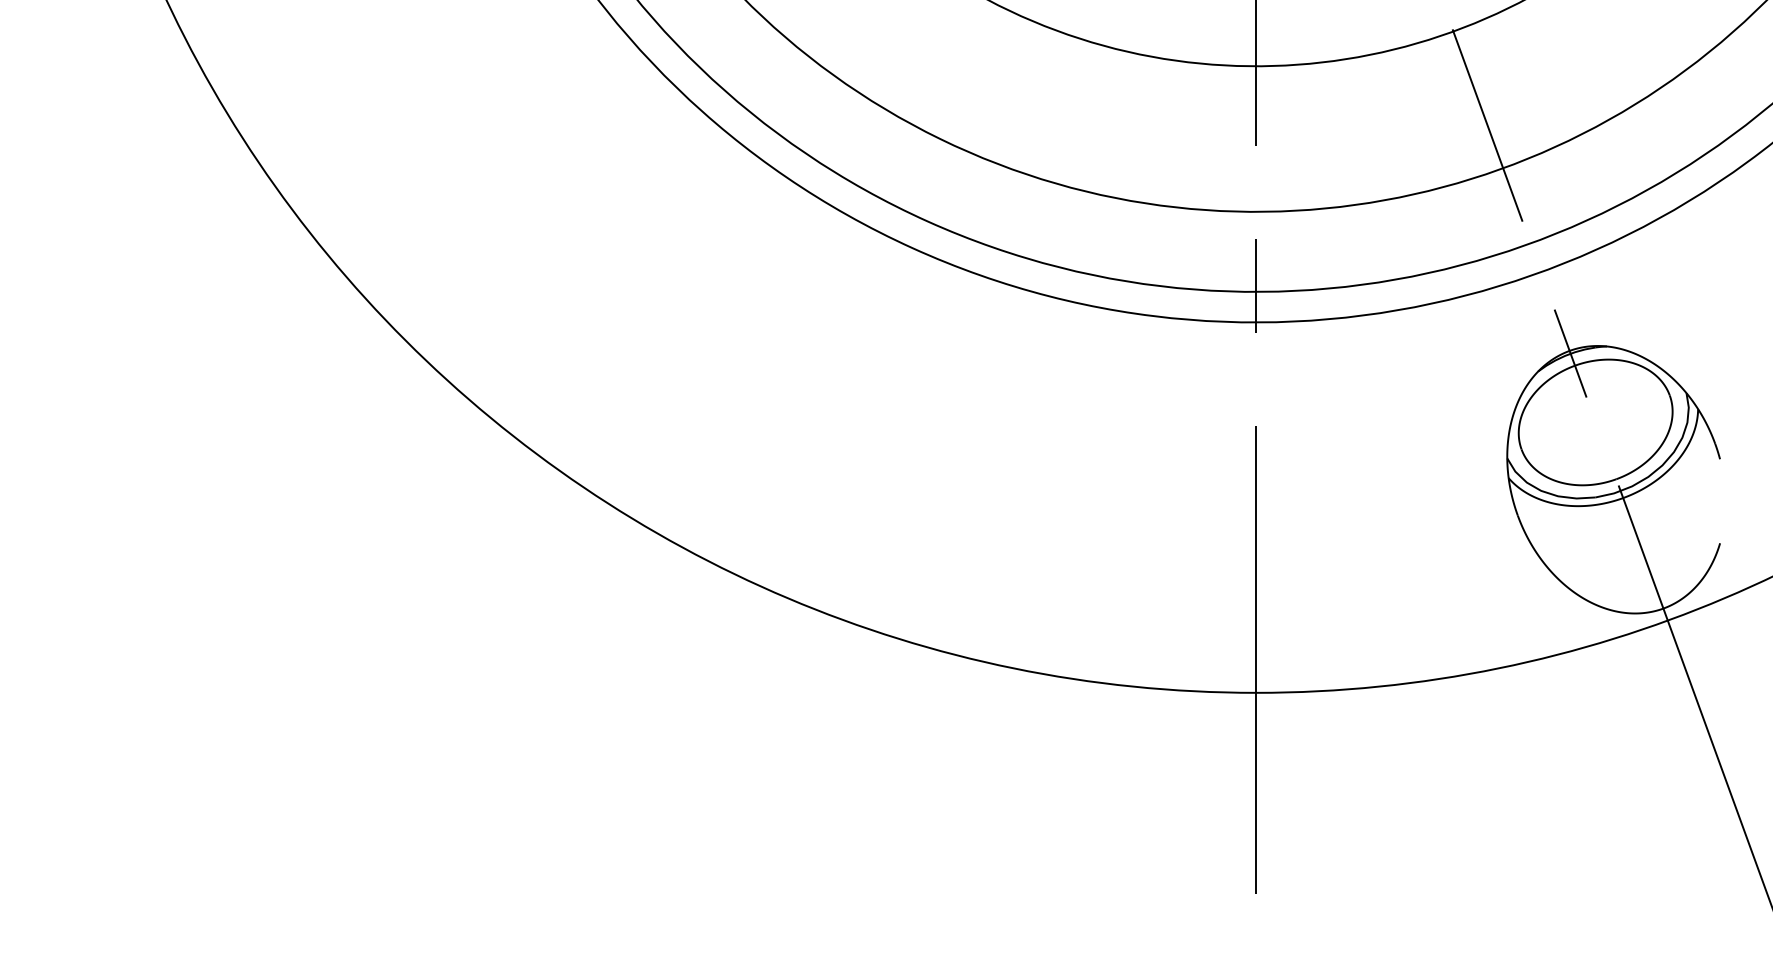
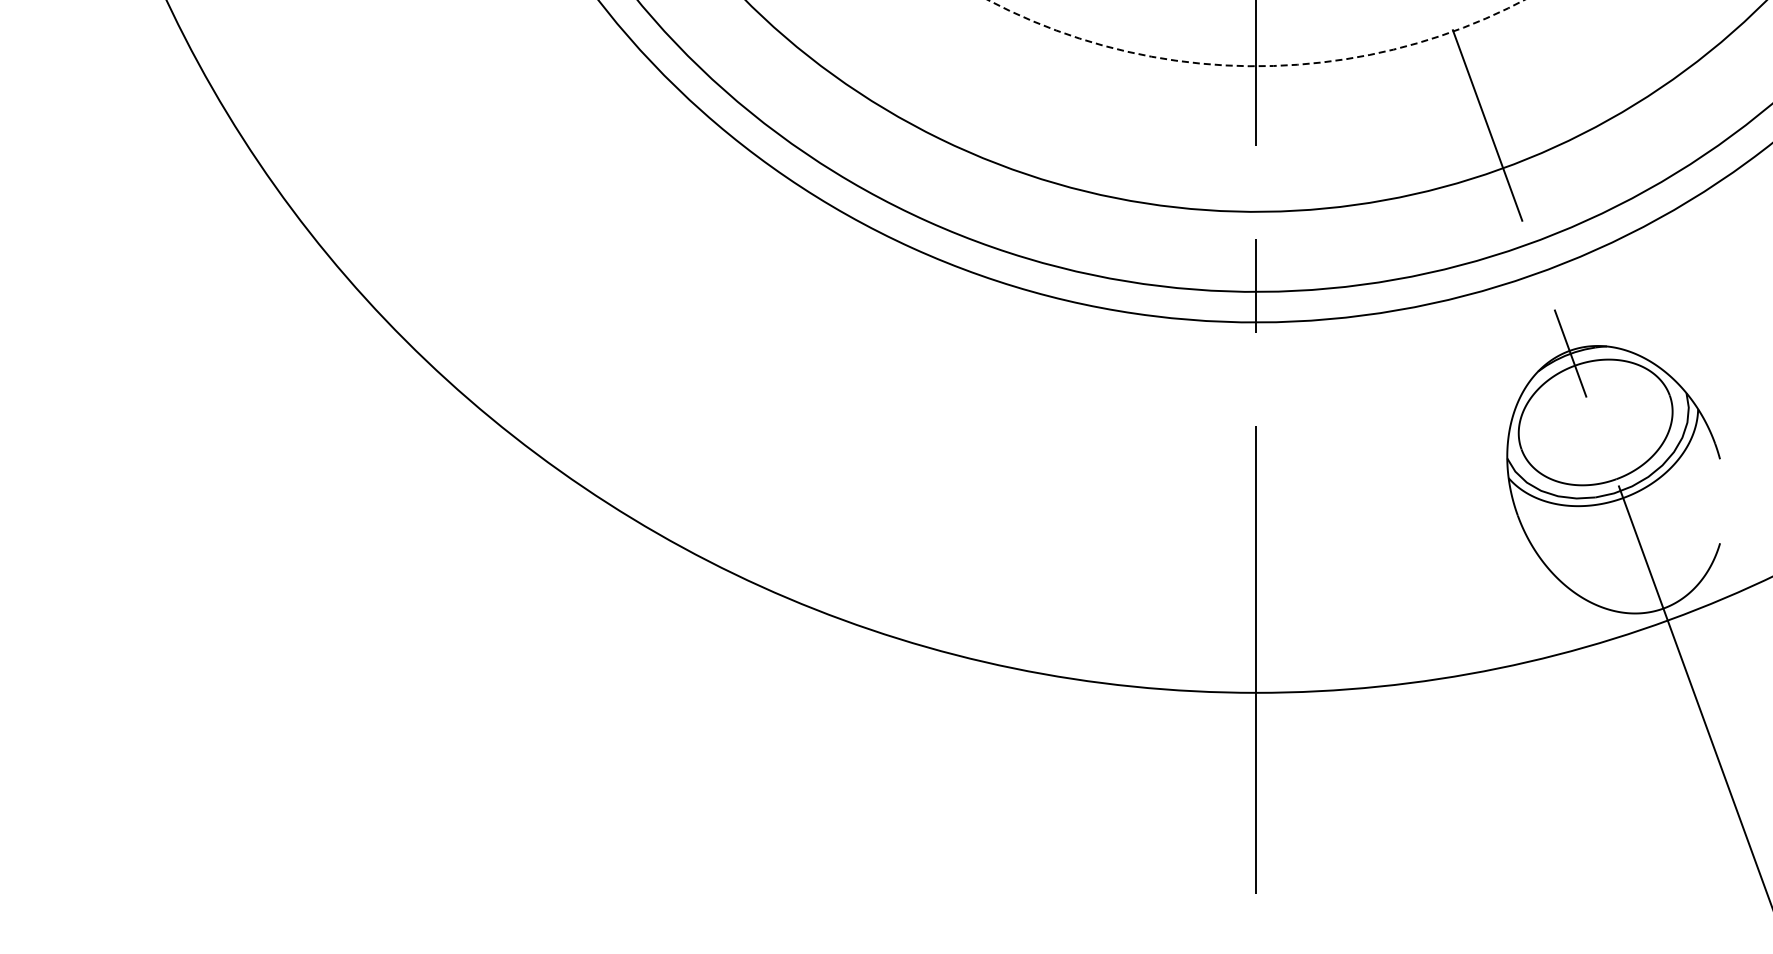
arc at (1252, 66): solid -> dashed
